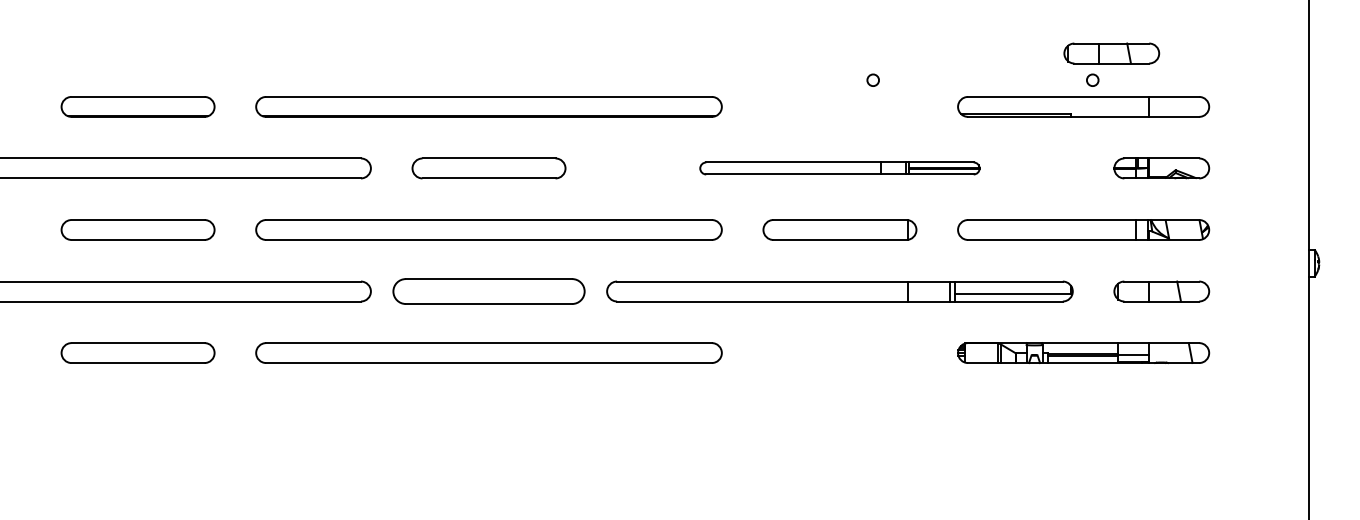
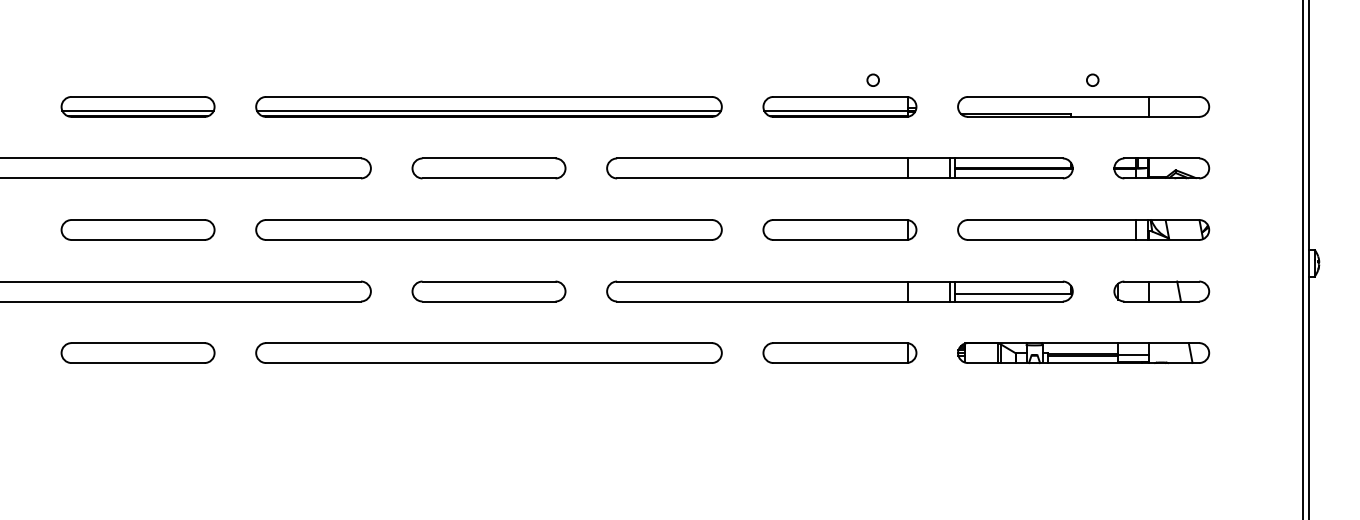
part at (1111, 53): present -> none
part at (839, 106): none -> present
line at (137, 110): none -> present
line at (489, 110): none -> present
part at (839, 168) size: 282x15 px -> 468x23 px
line at (1303, 259): none -> present
part at (488, 291) size: 194x27 px -> 156x23 px
part at (839, 352): none -> present
